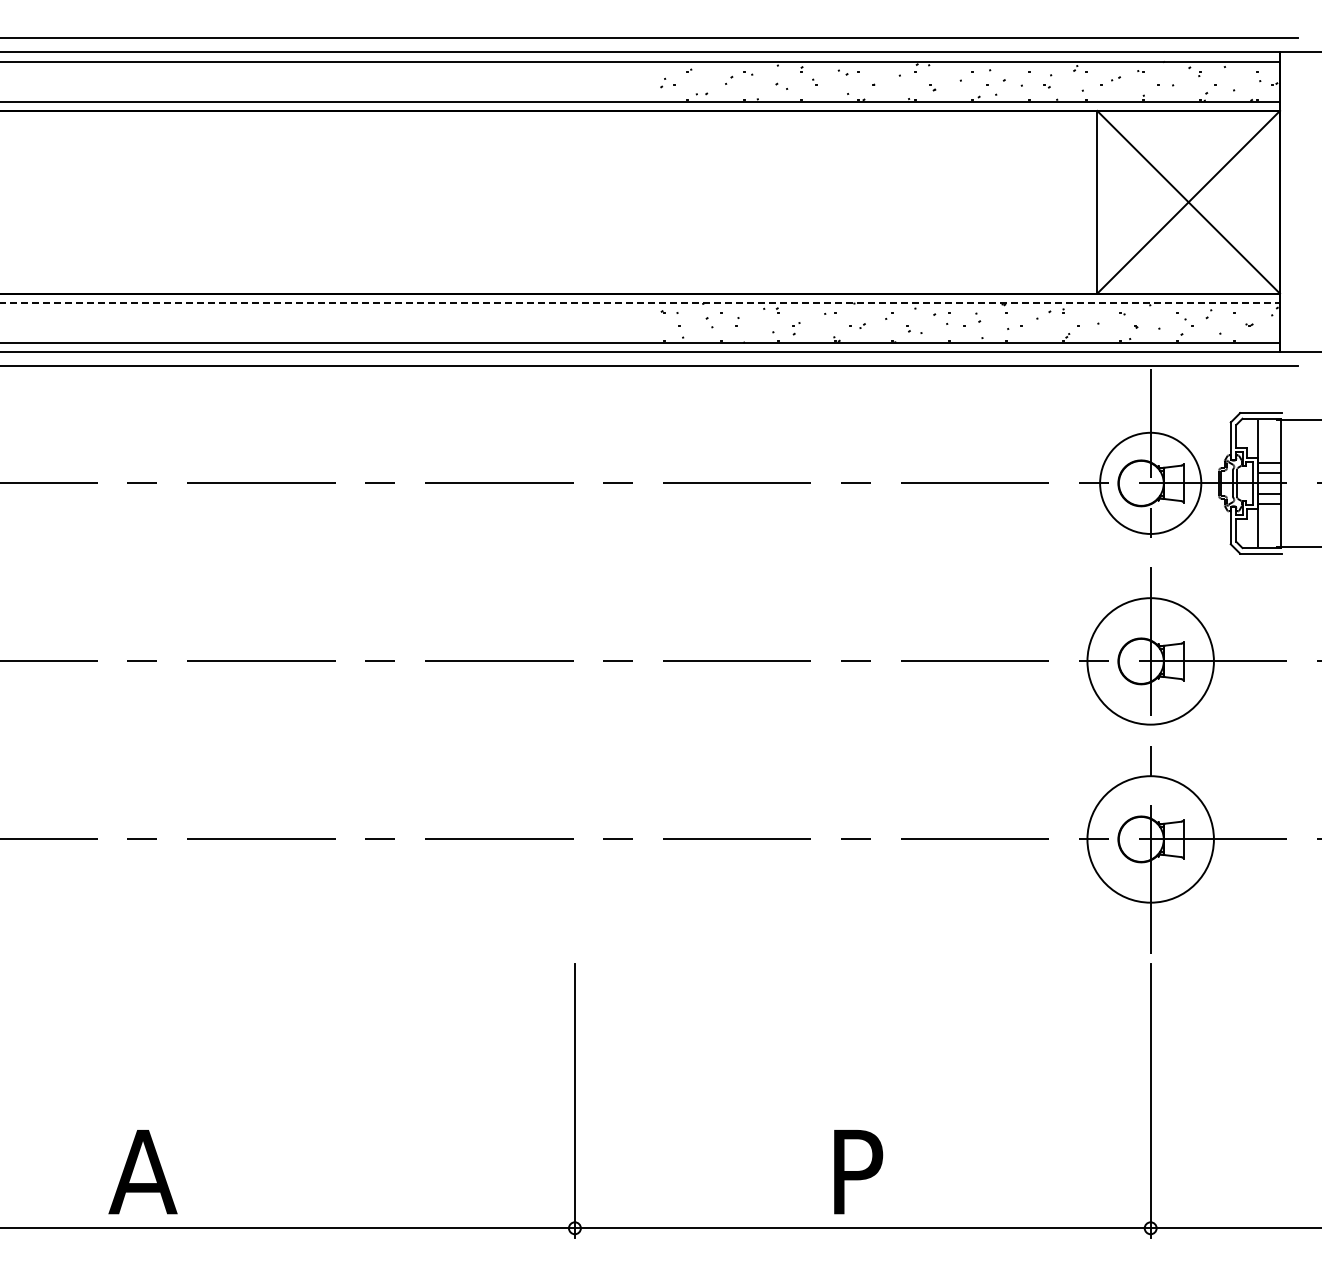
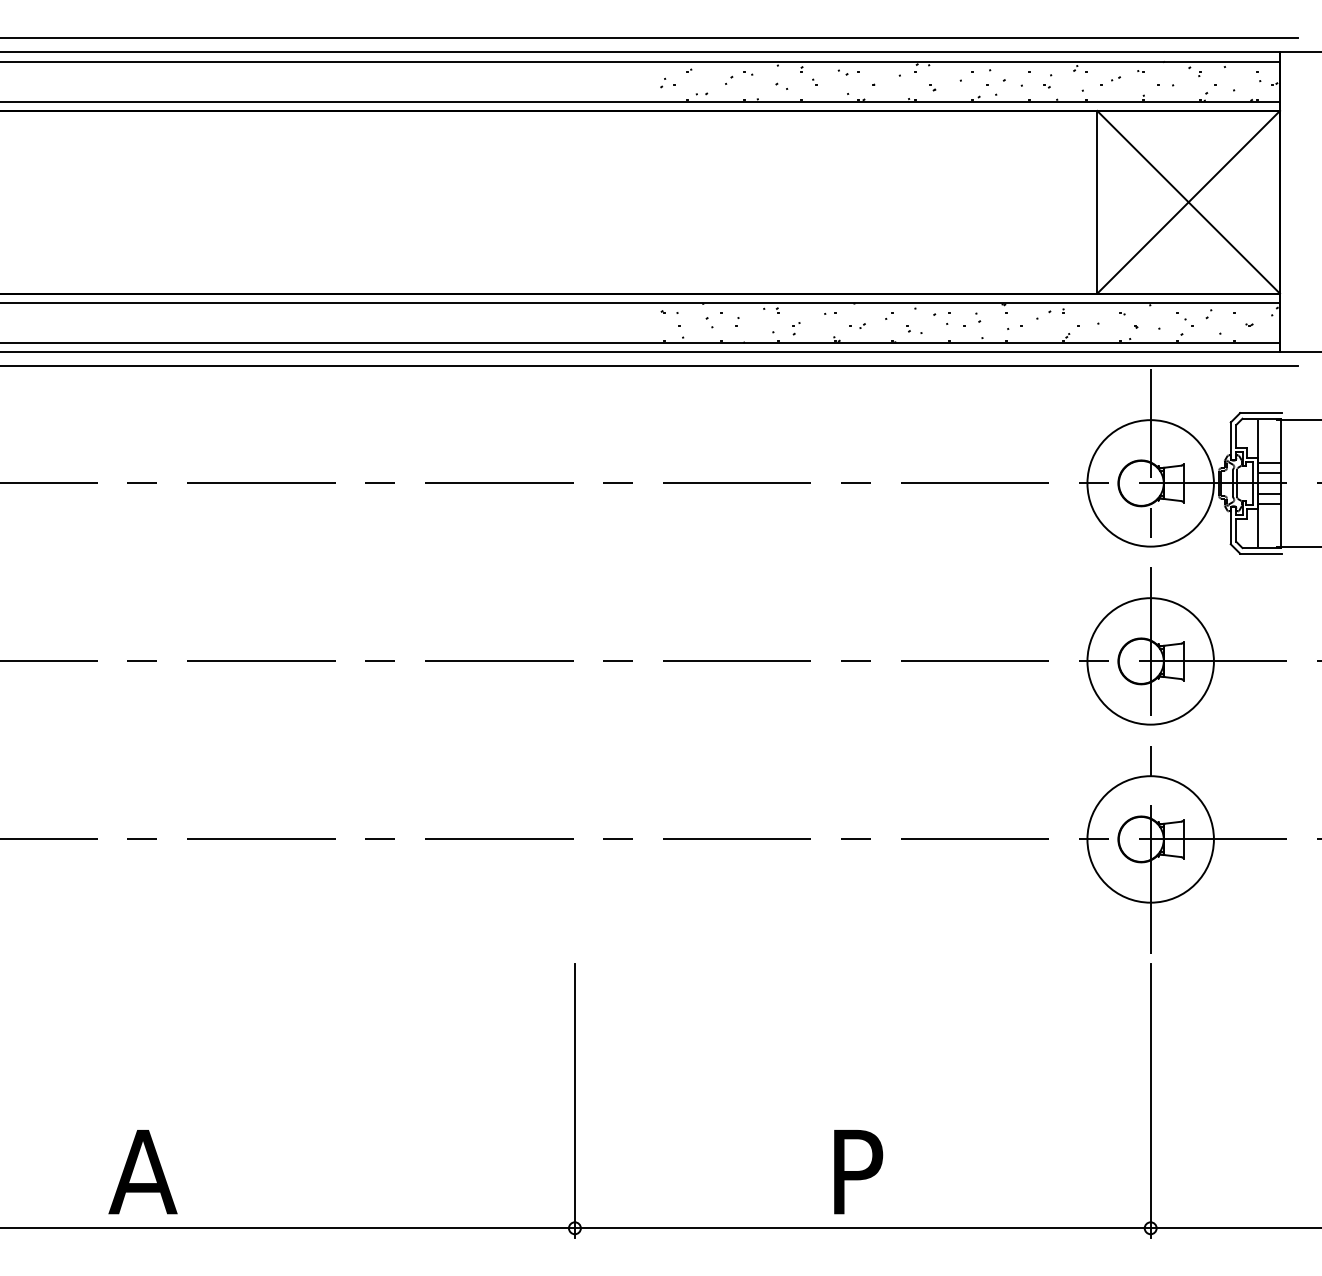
line at (640, 303): dashed -> solid
circle at (1150, 482) diameter: 101 px -> 126 px
